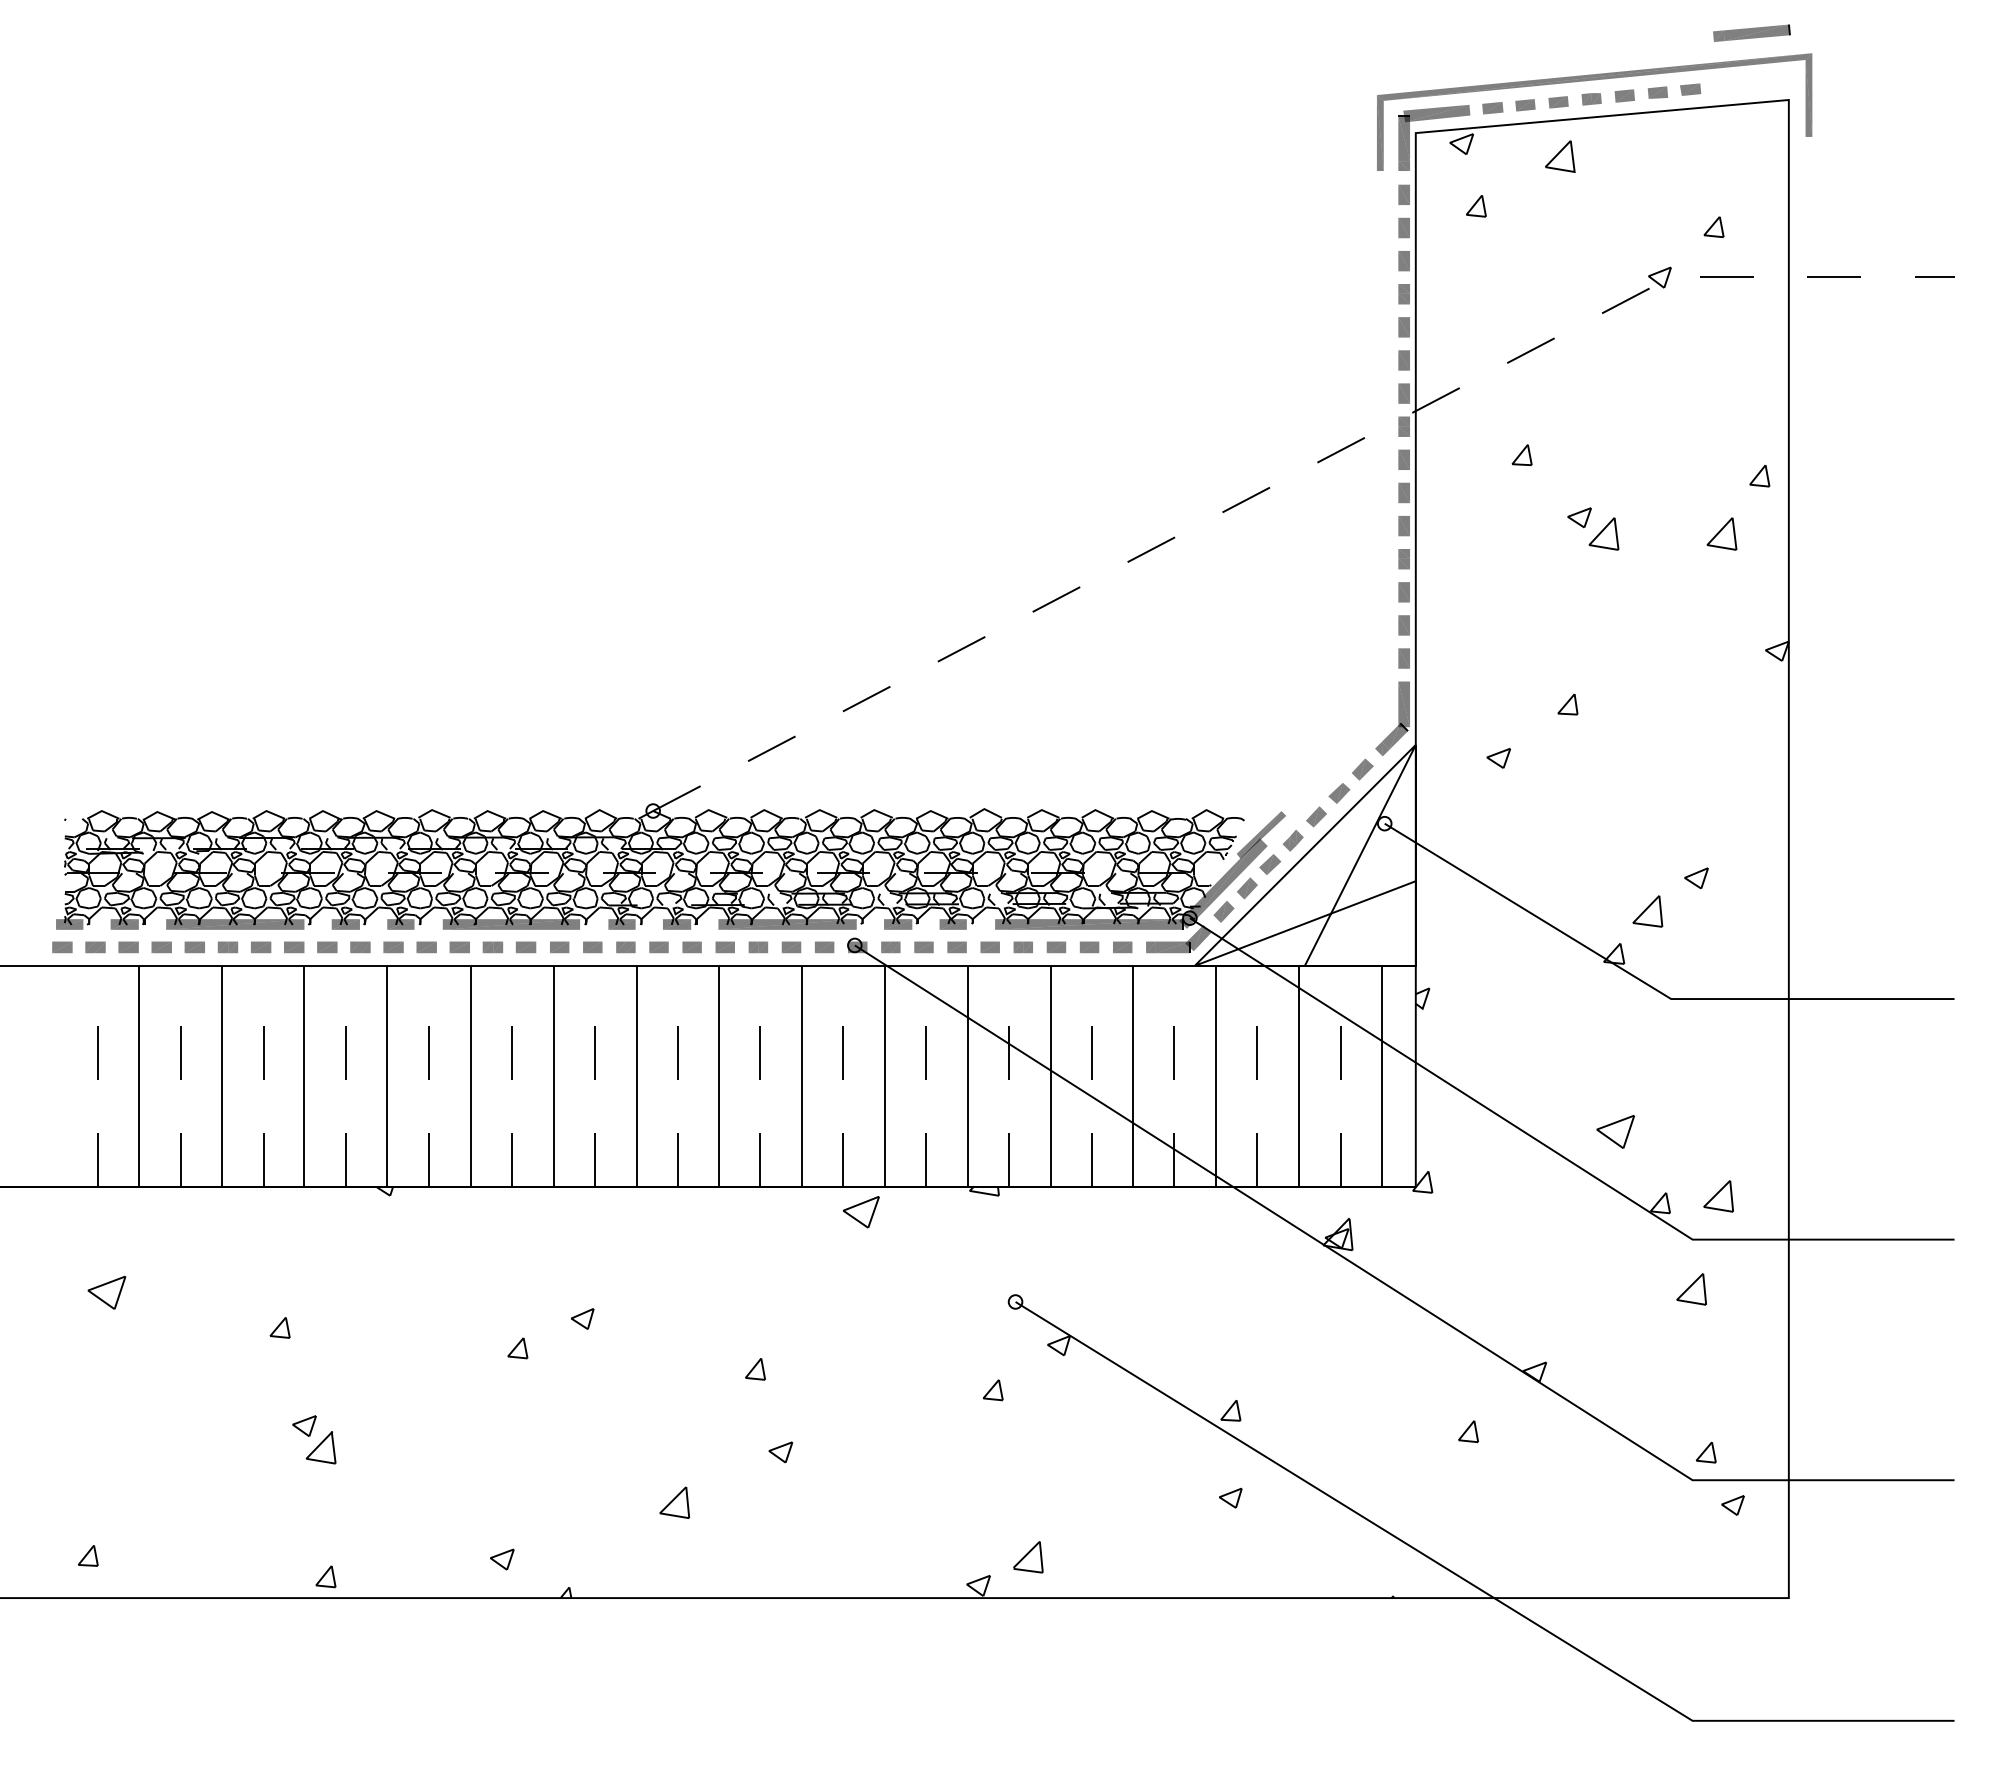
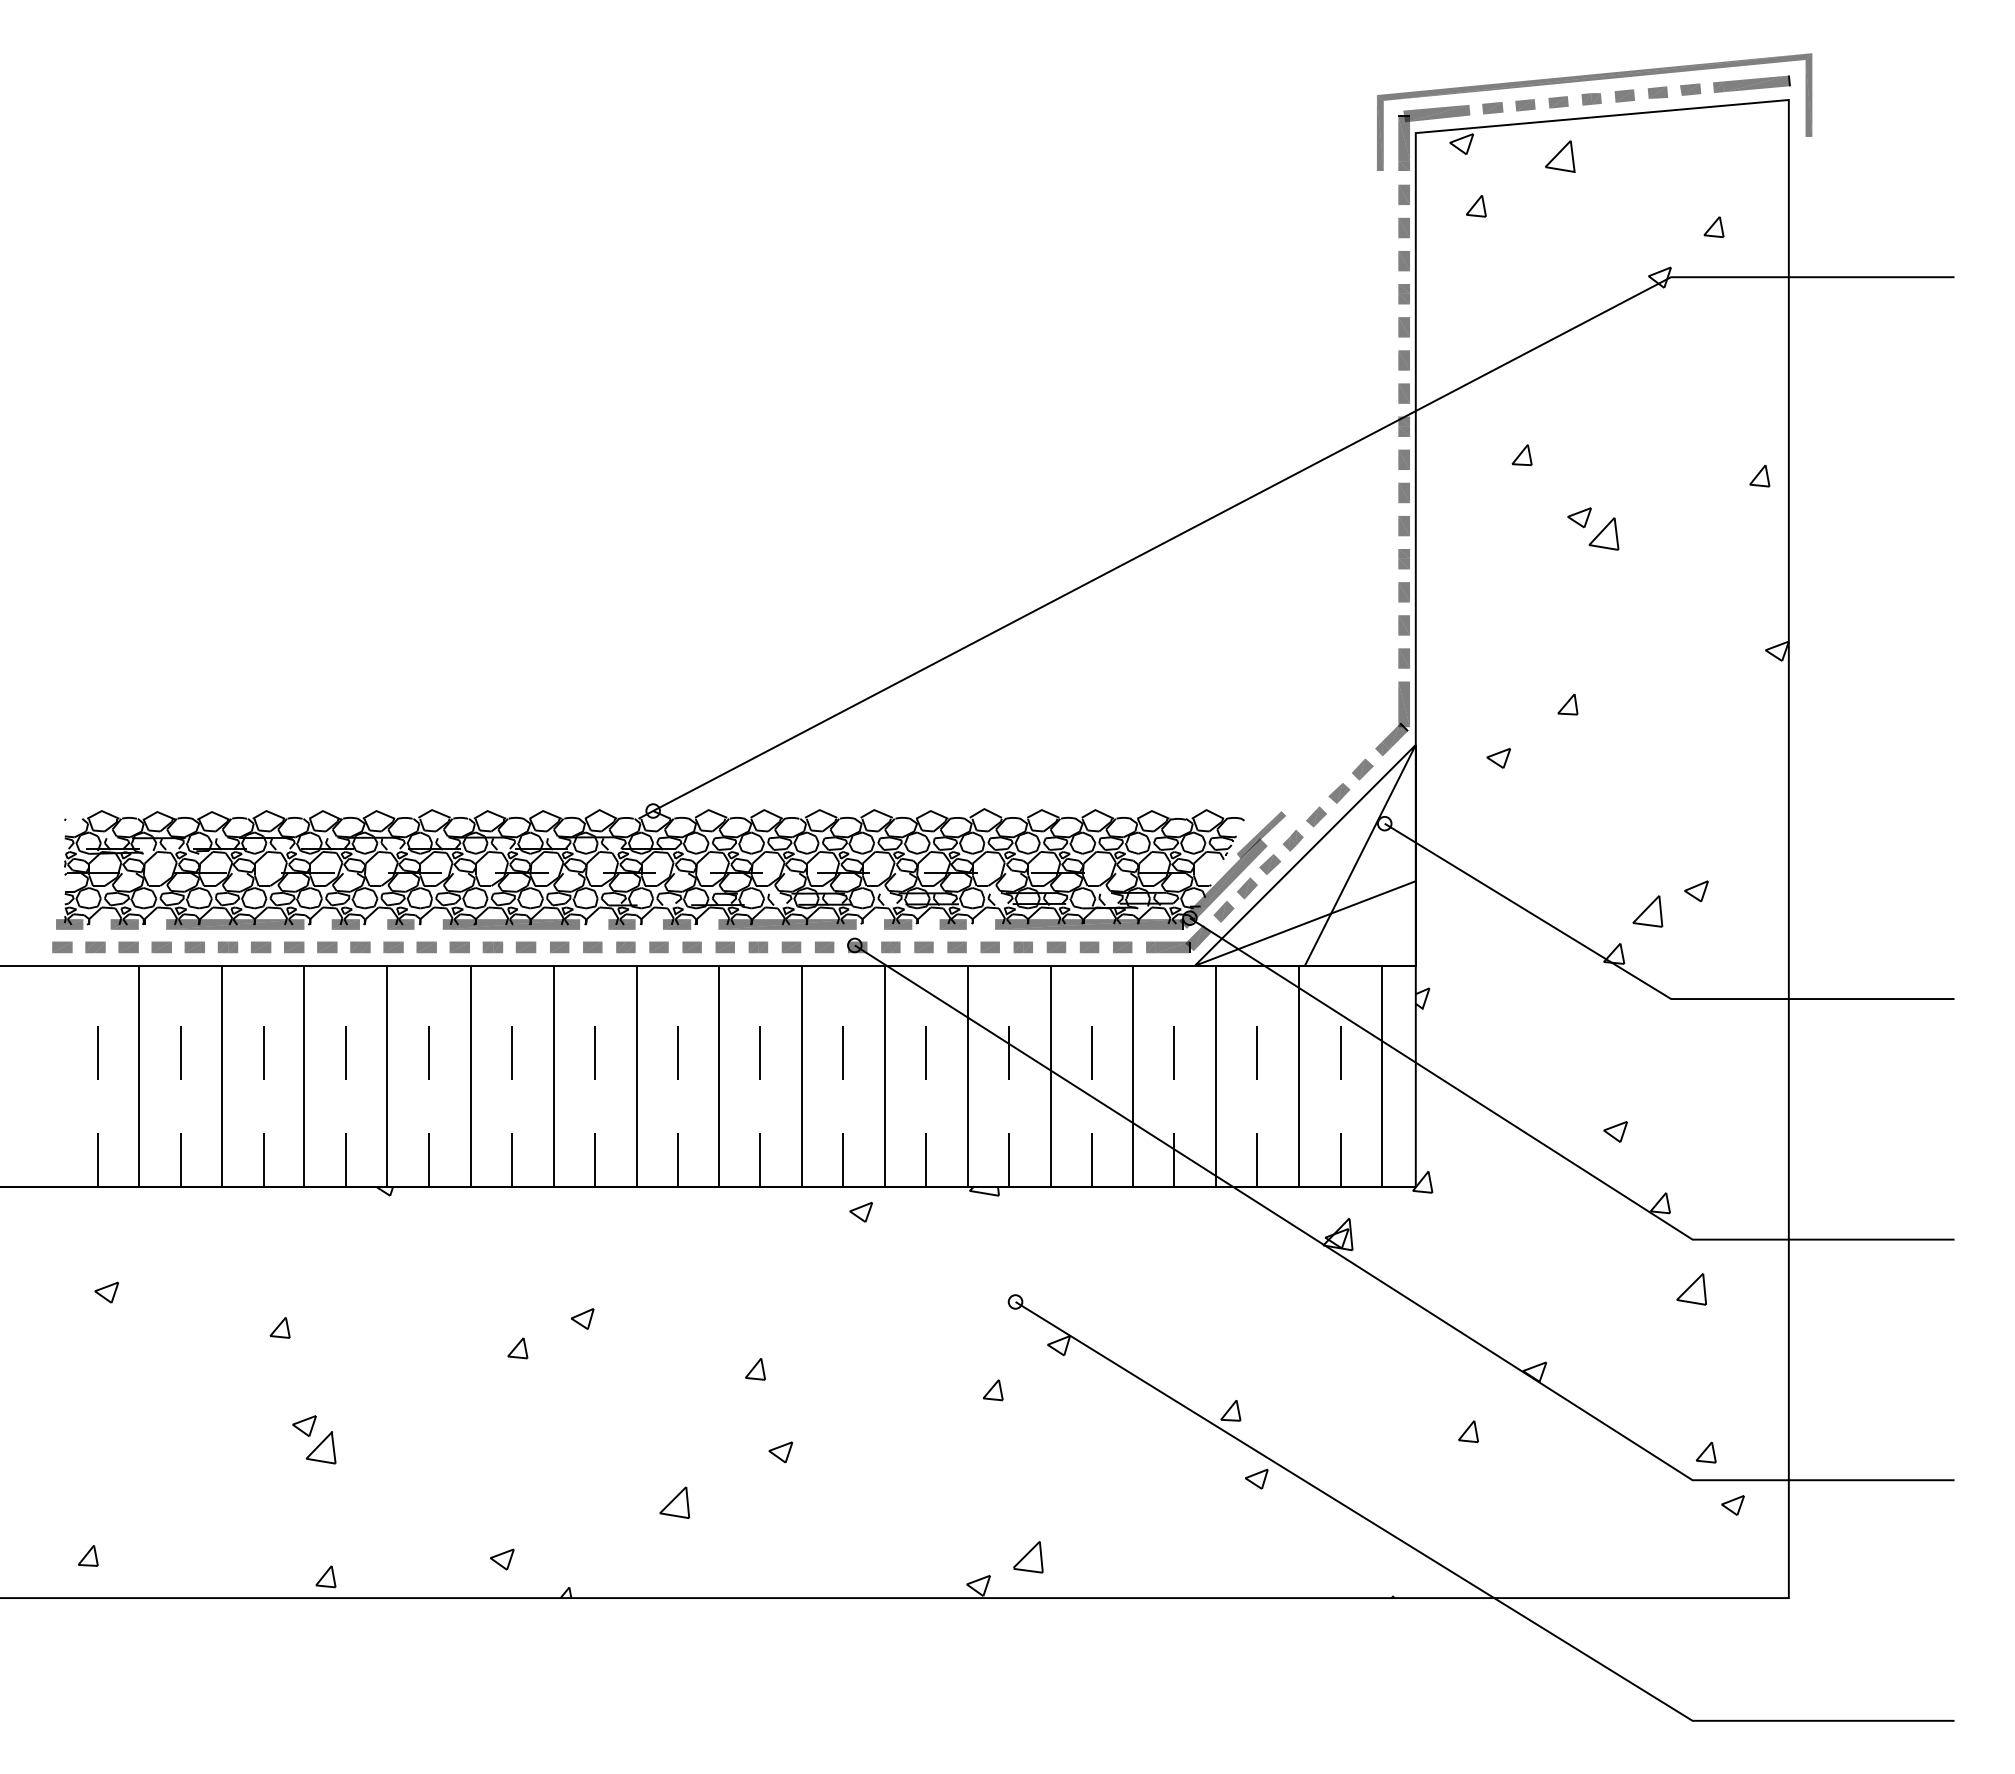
part at (1751, 32) position: (1751, 32) -> (1751, 83)
line at (1288, 477): dashed -> solid
part at (1721, 533): present -> none
part at (1696, 878) position: (1696, 878) -> (1696, 891)
part at (1615, 1131) size: 39x34 px -> 25x22 px
part at (1718, 1196): present -> none
part at (861, 1212) size: 37x33 px -> 24x21 px
part at (106, 1292) size: 40x35 px -> 25x23 px
part at (1230, 1497) position: (1230, 1497) -> (1256, 1478)
